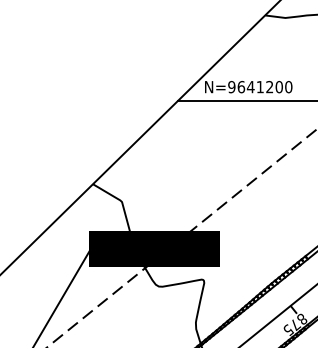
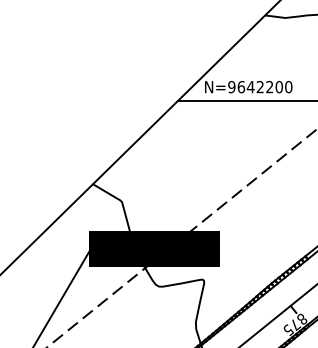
text at (259, 86): N=9641200 -> N=9642200
